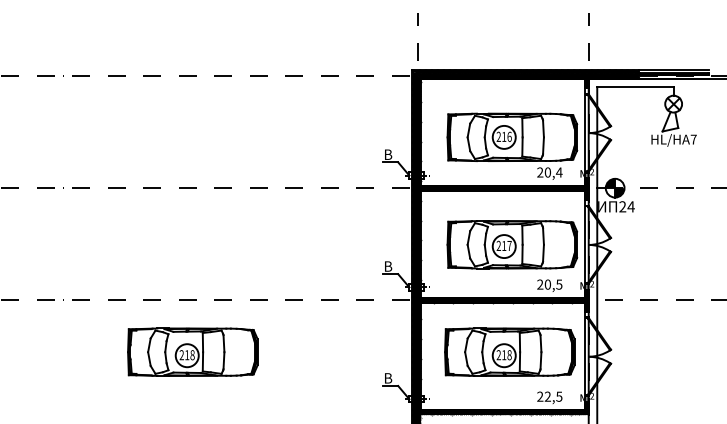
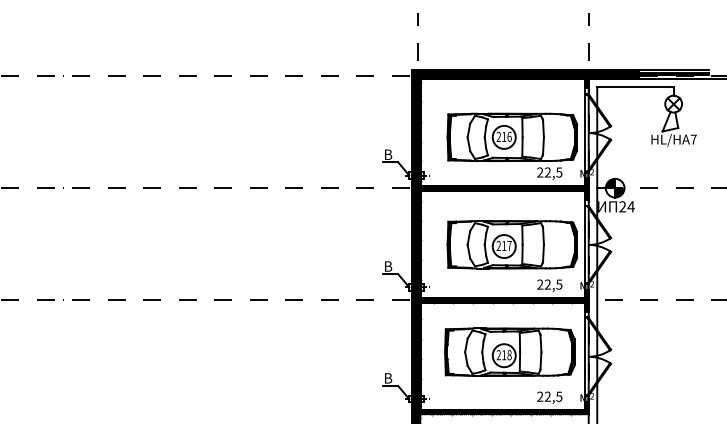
text at (553, 172): 20,4 -> 22,5
text at (547, 284): 20,5 -> 22,5
part at (192, 351): present -> none
